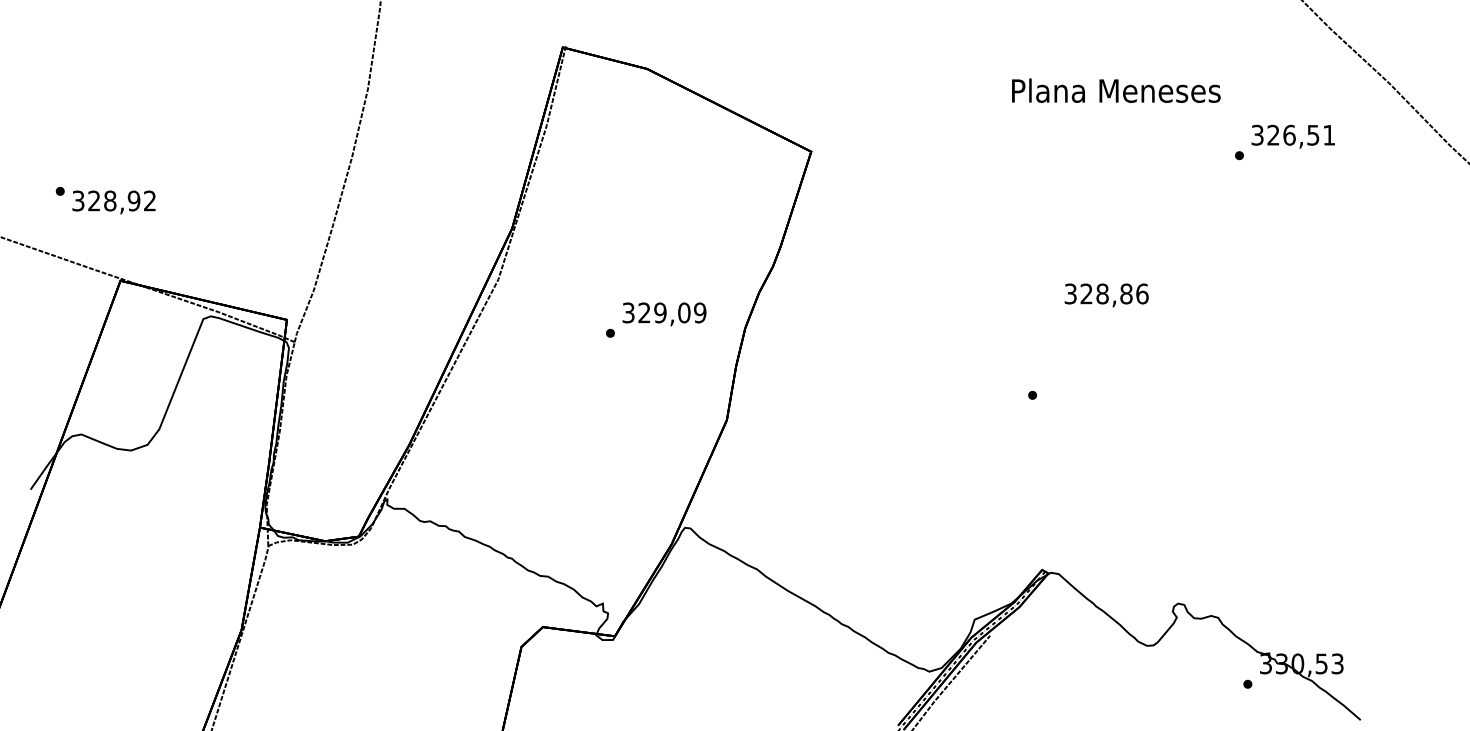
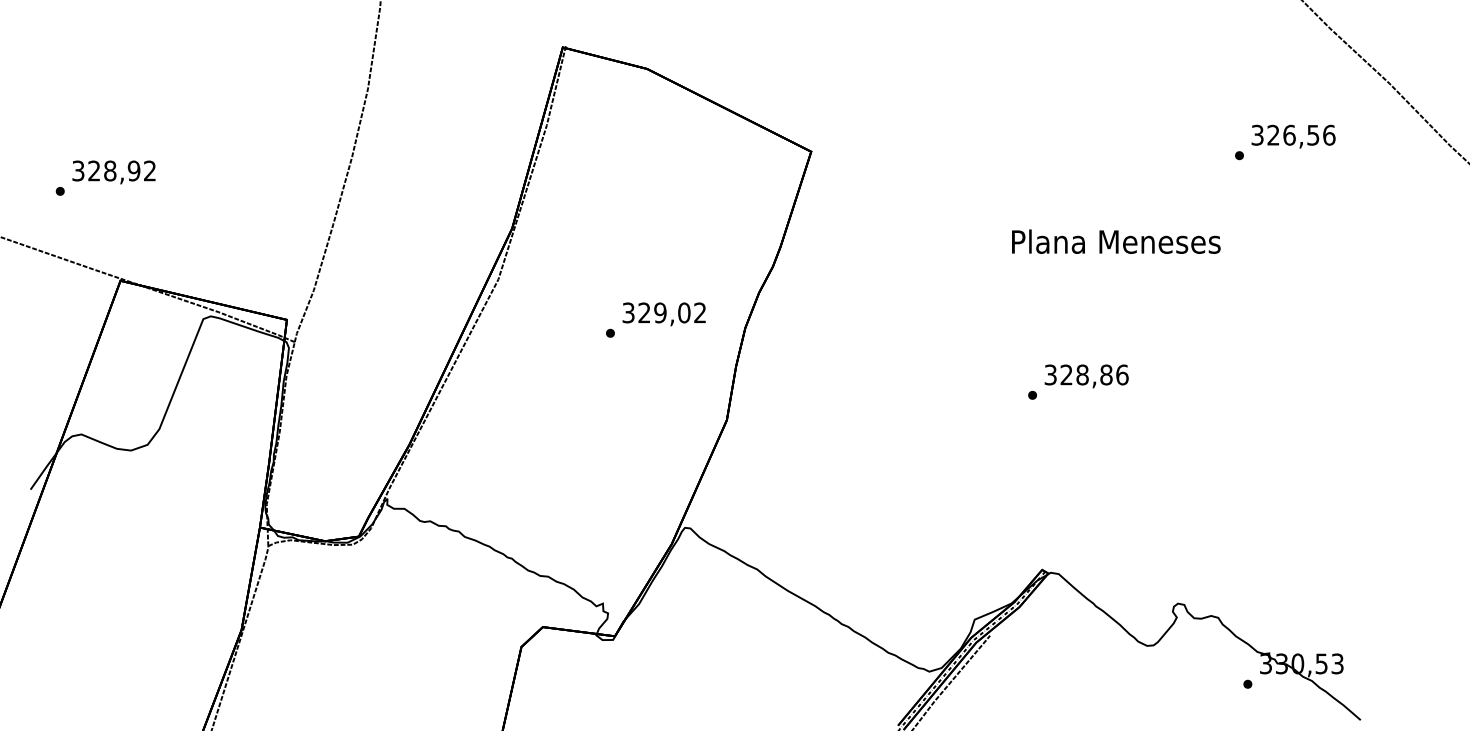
text at (1116, 90) position: (1116, 90) -> (1116, 241)
text at (1329, 134): 326,51 -> 326,56
text at (113, 202) position: (113, 202) -> (113, 172)
text at (1106, 295) position: (1106, 295) -> (1086, 376)
text at (700, 312): 329,09 -> 329,02
